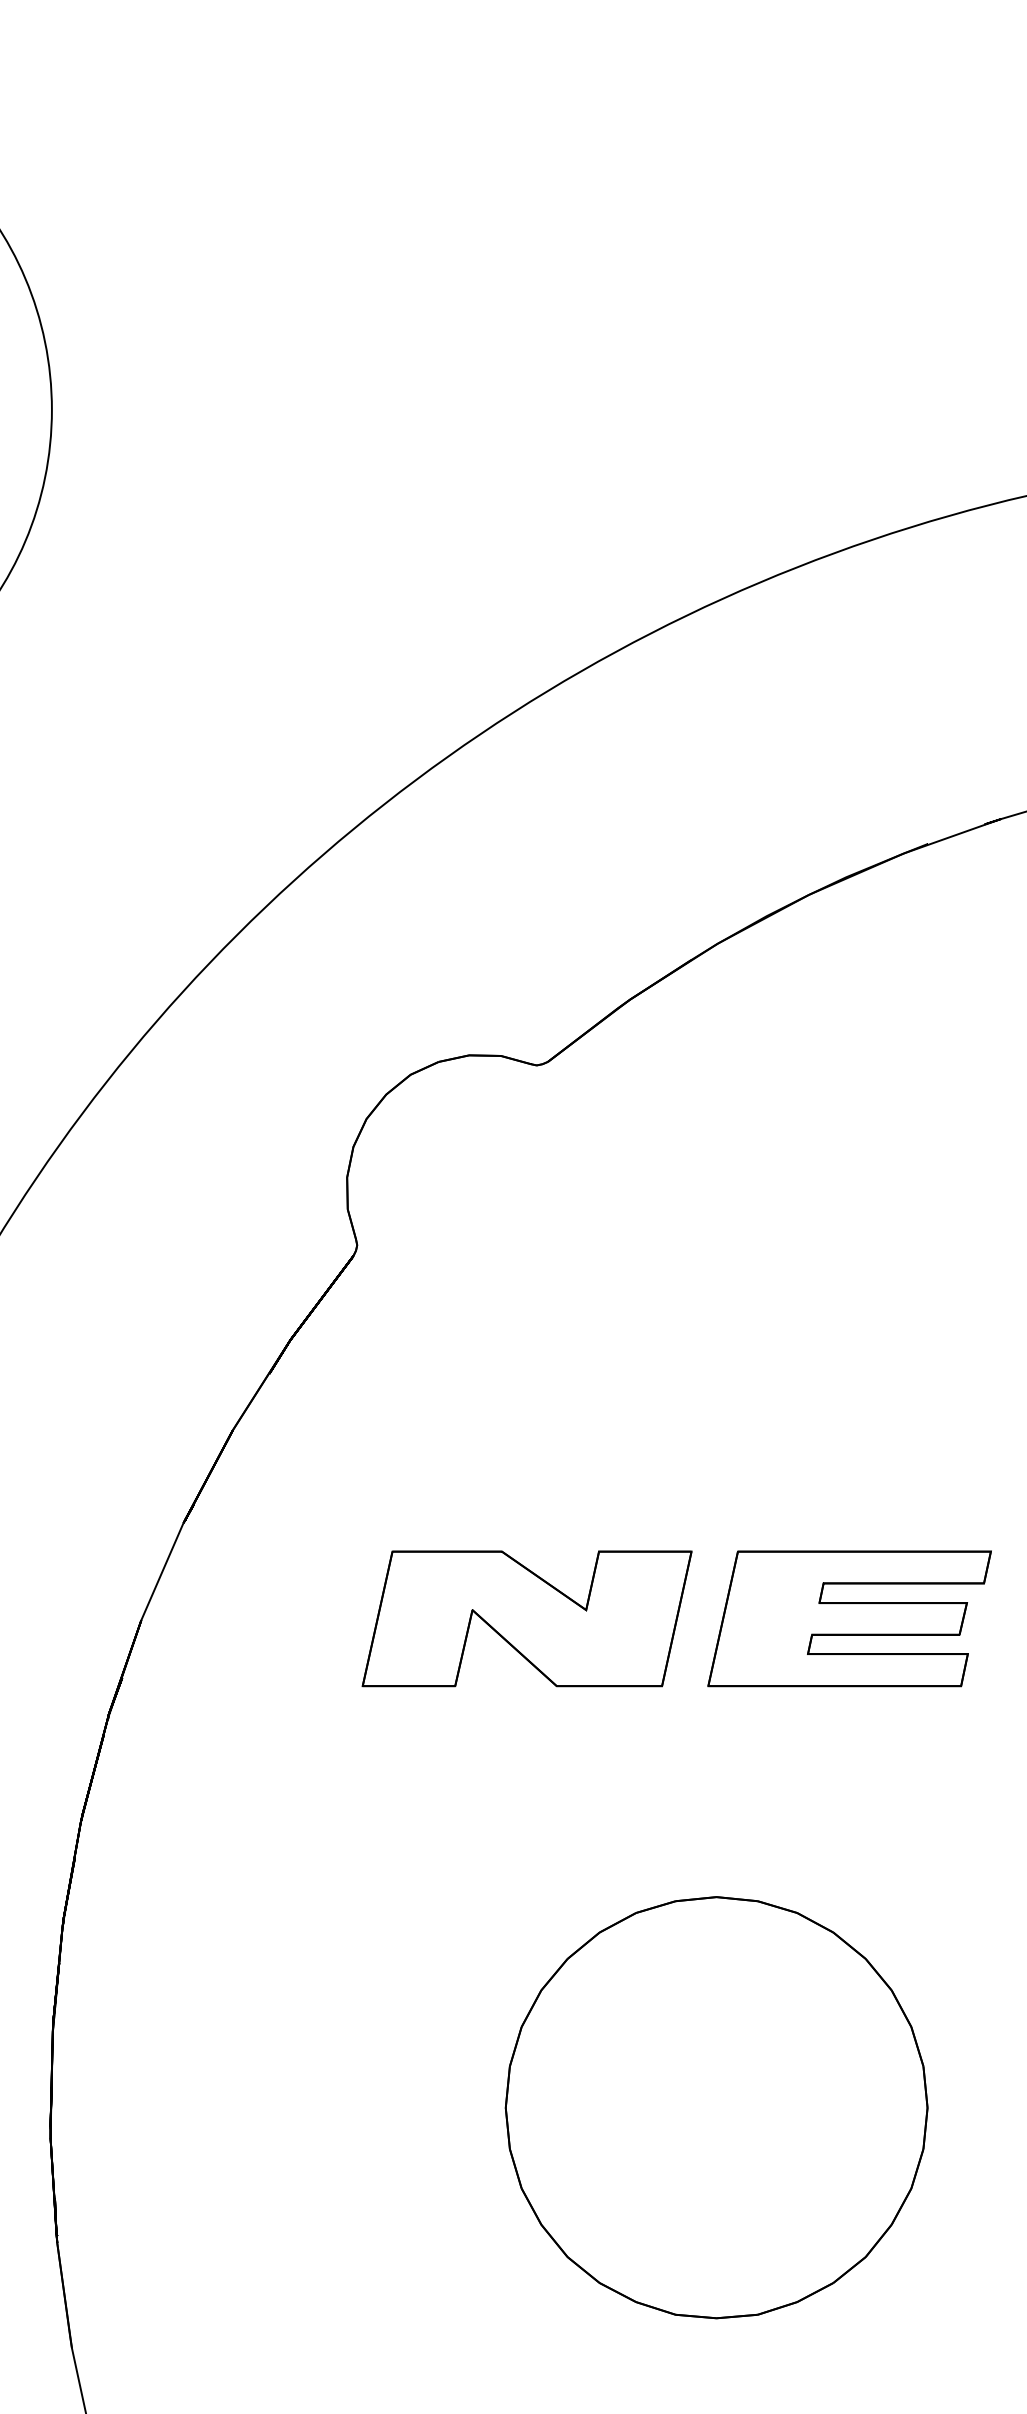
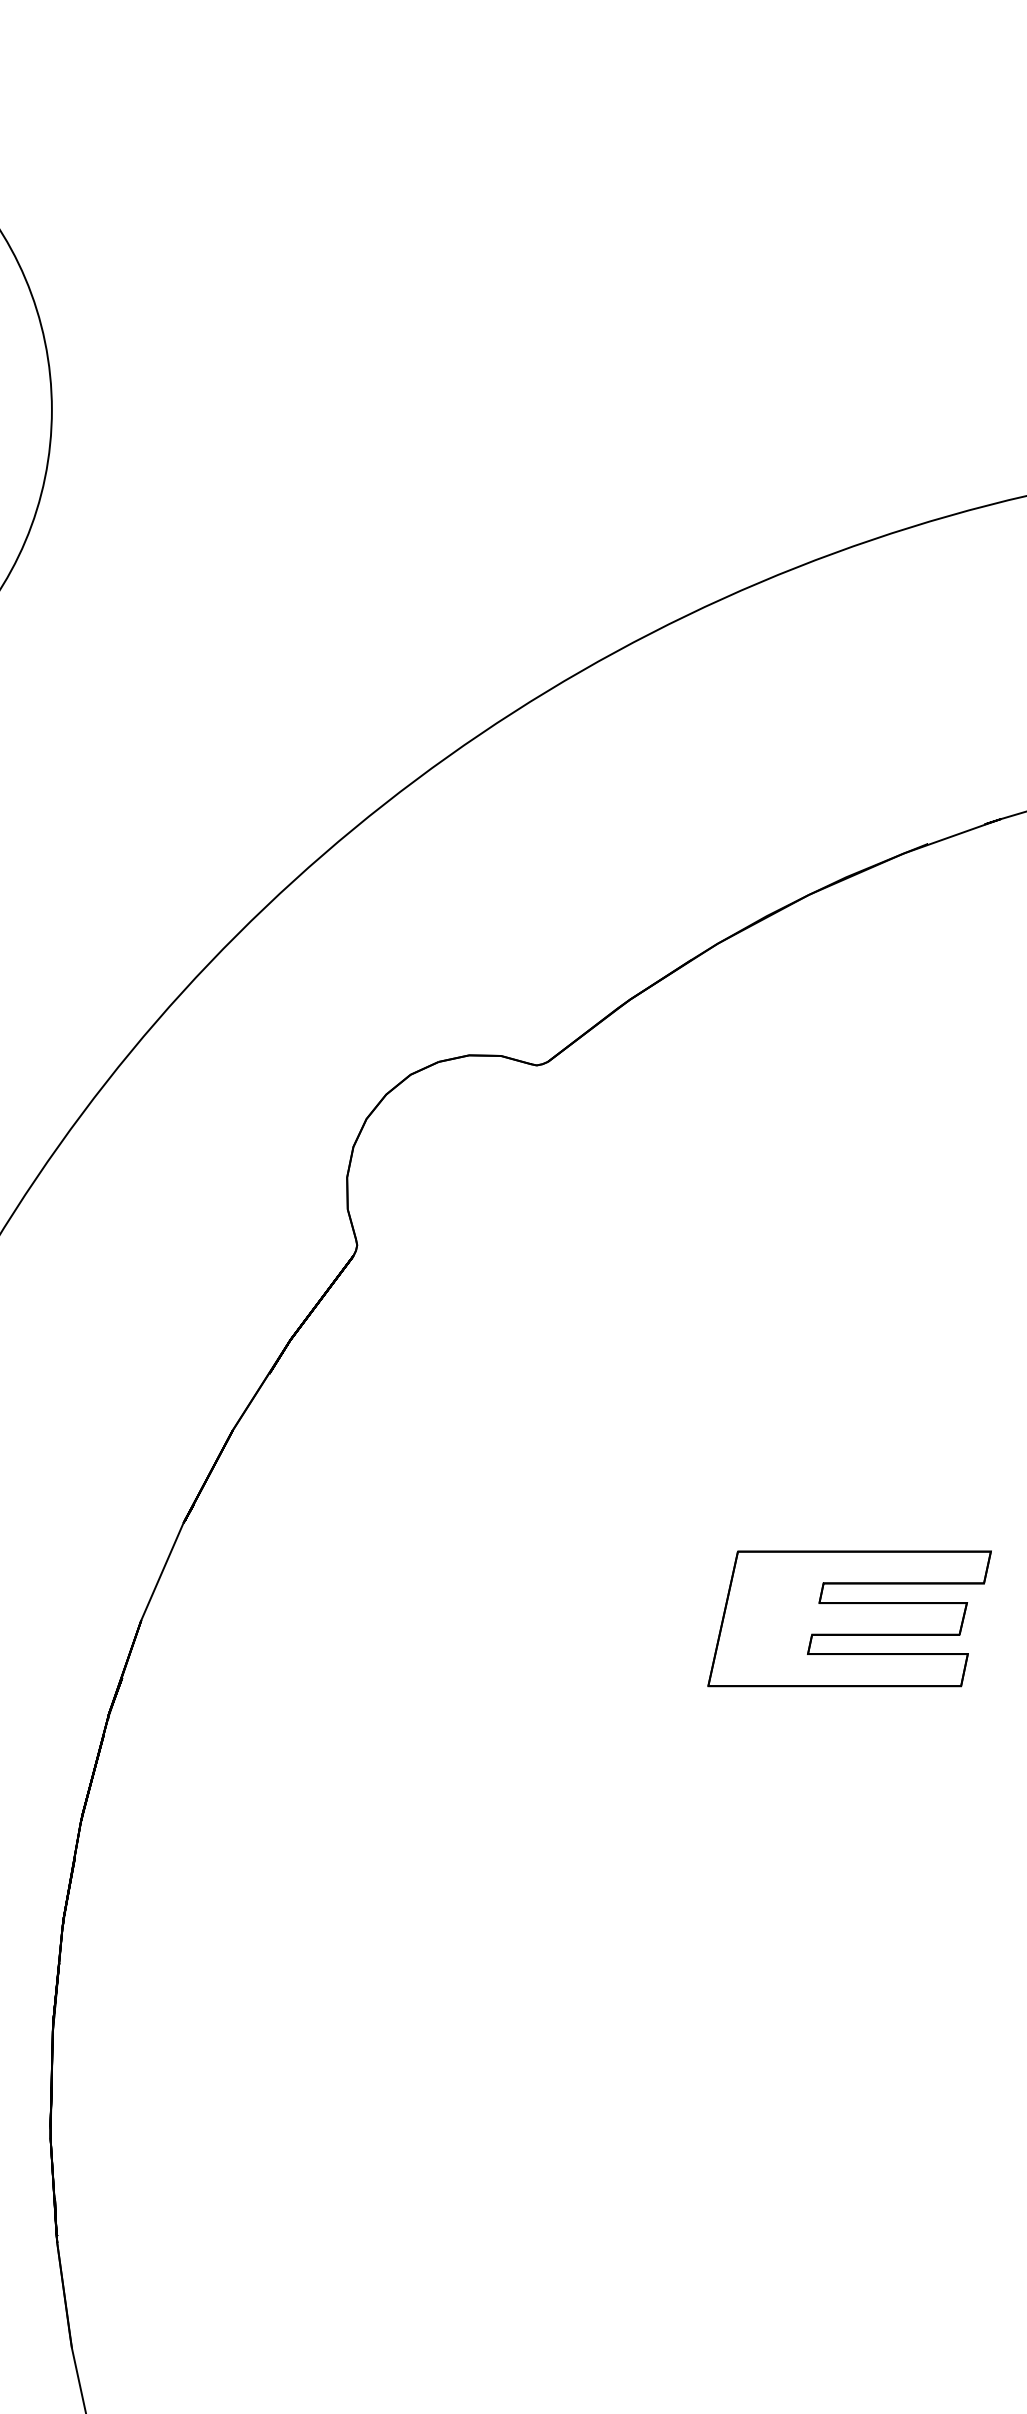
part at (526, 1618): present -> none
part at (716, 2107): present -> none
